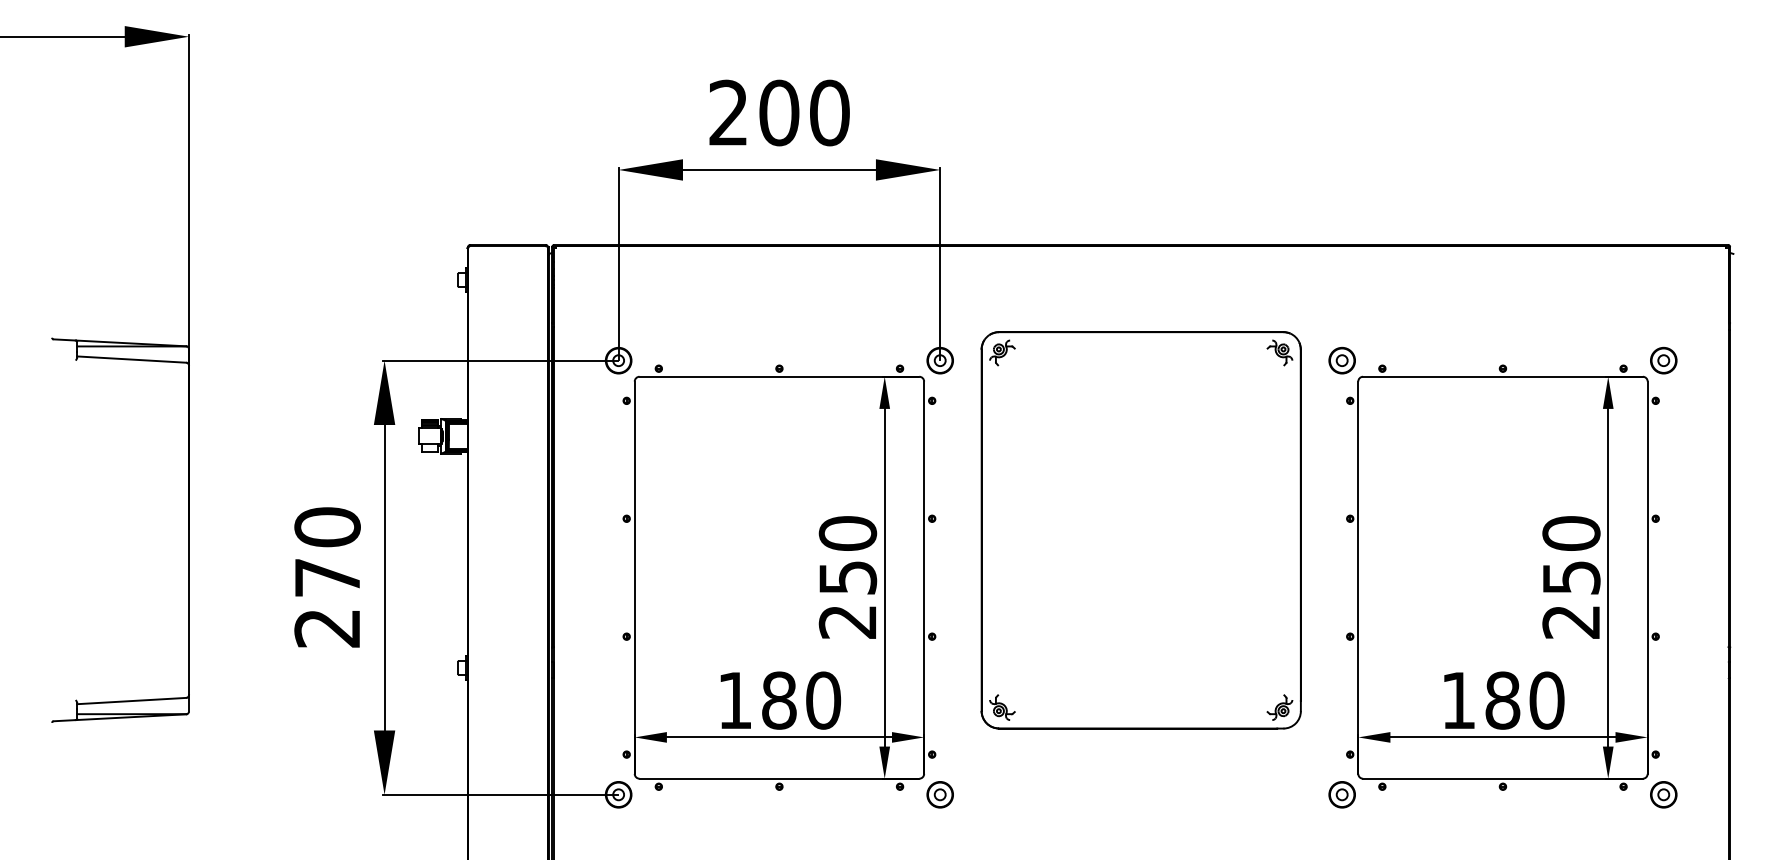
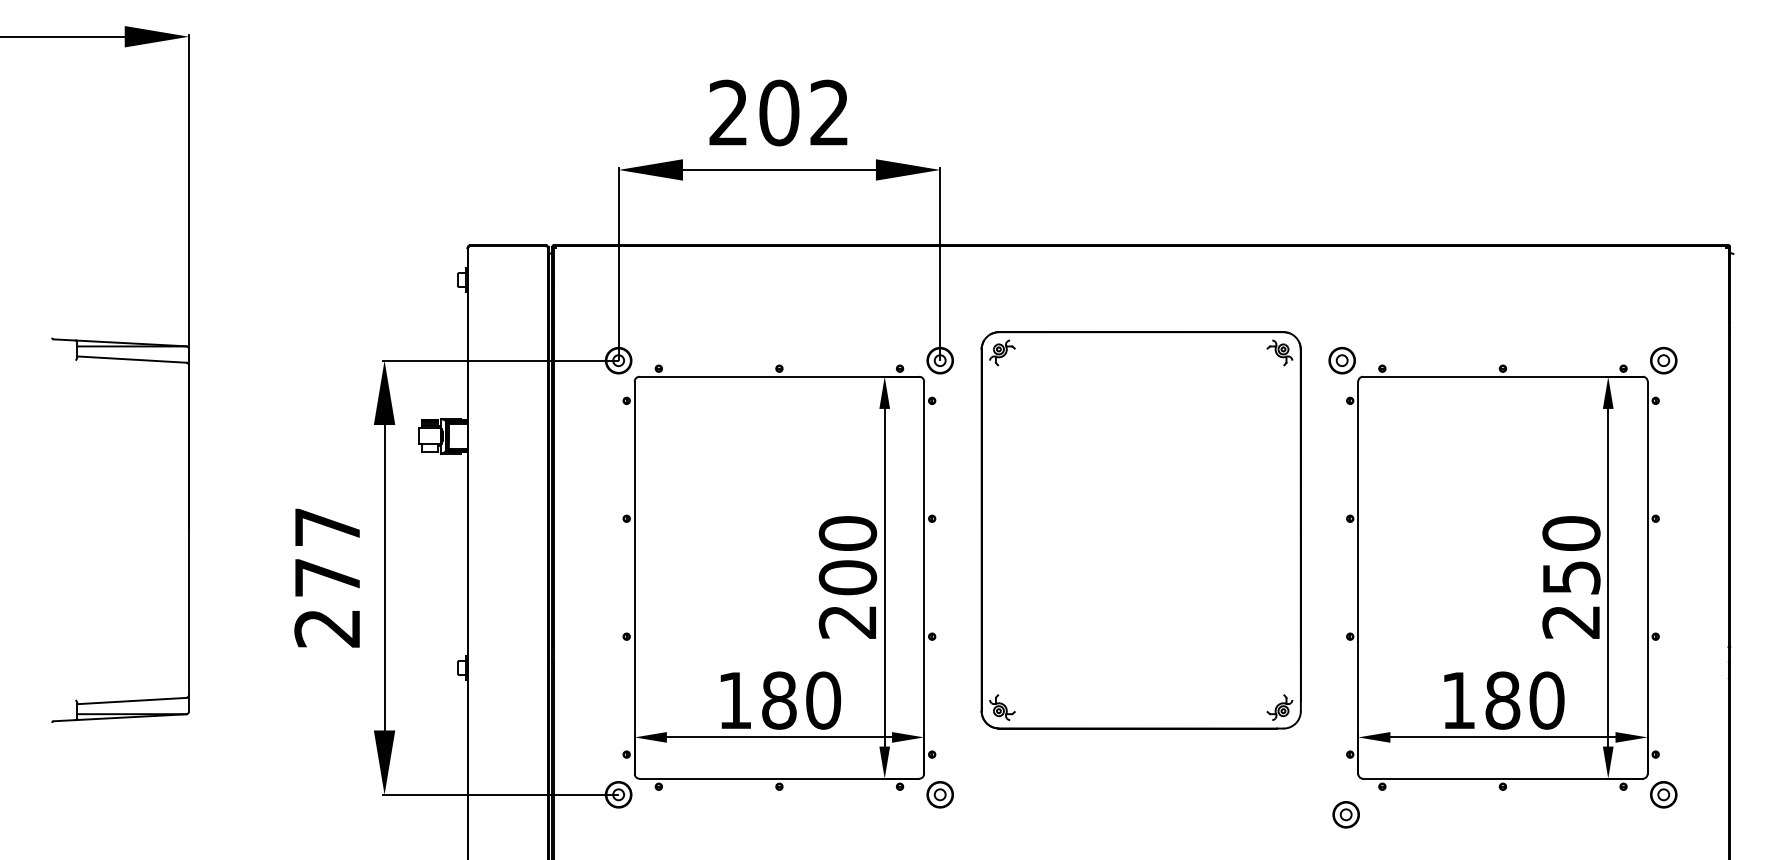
text at (829, 112): 200 -> 202
text at (327, 527): 270 -> 277
text at (847, 577): 250 -> 200
part at (1341, 794) position: (1341, 794) -> (1345, 814)
